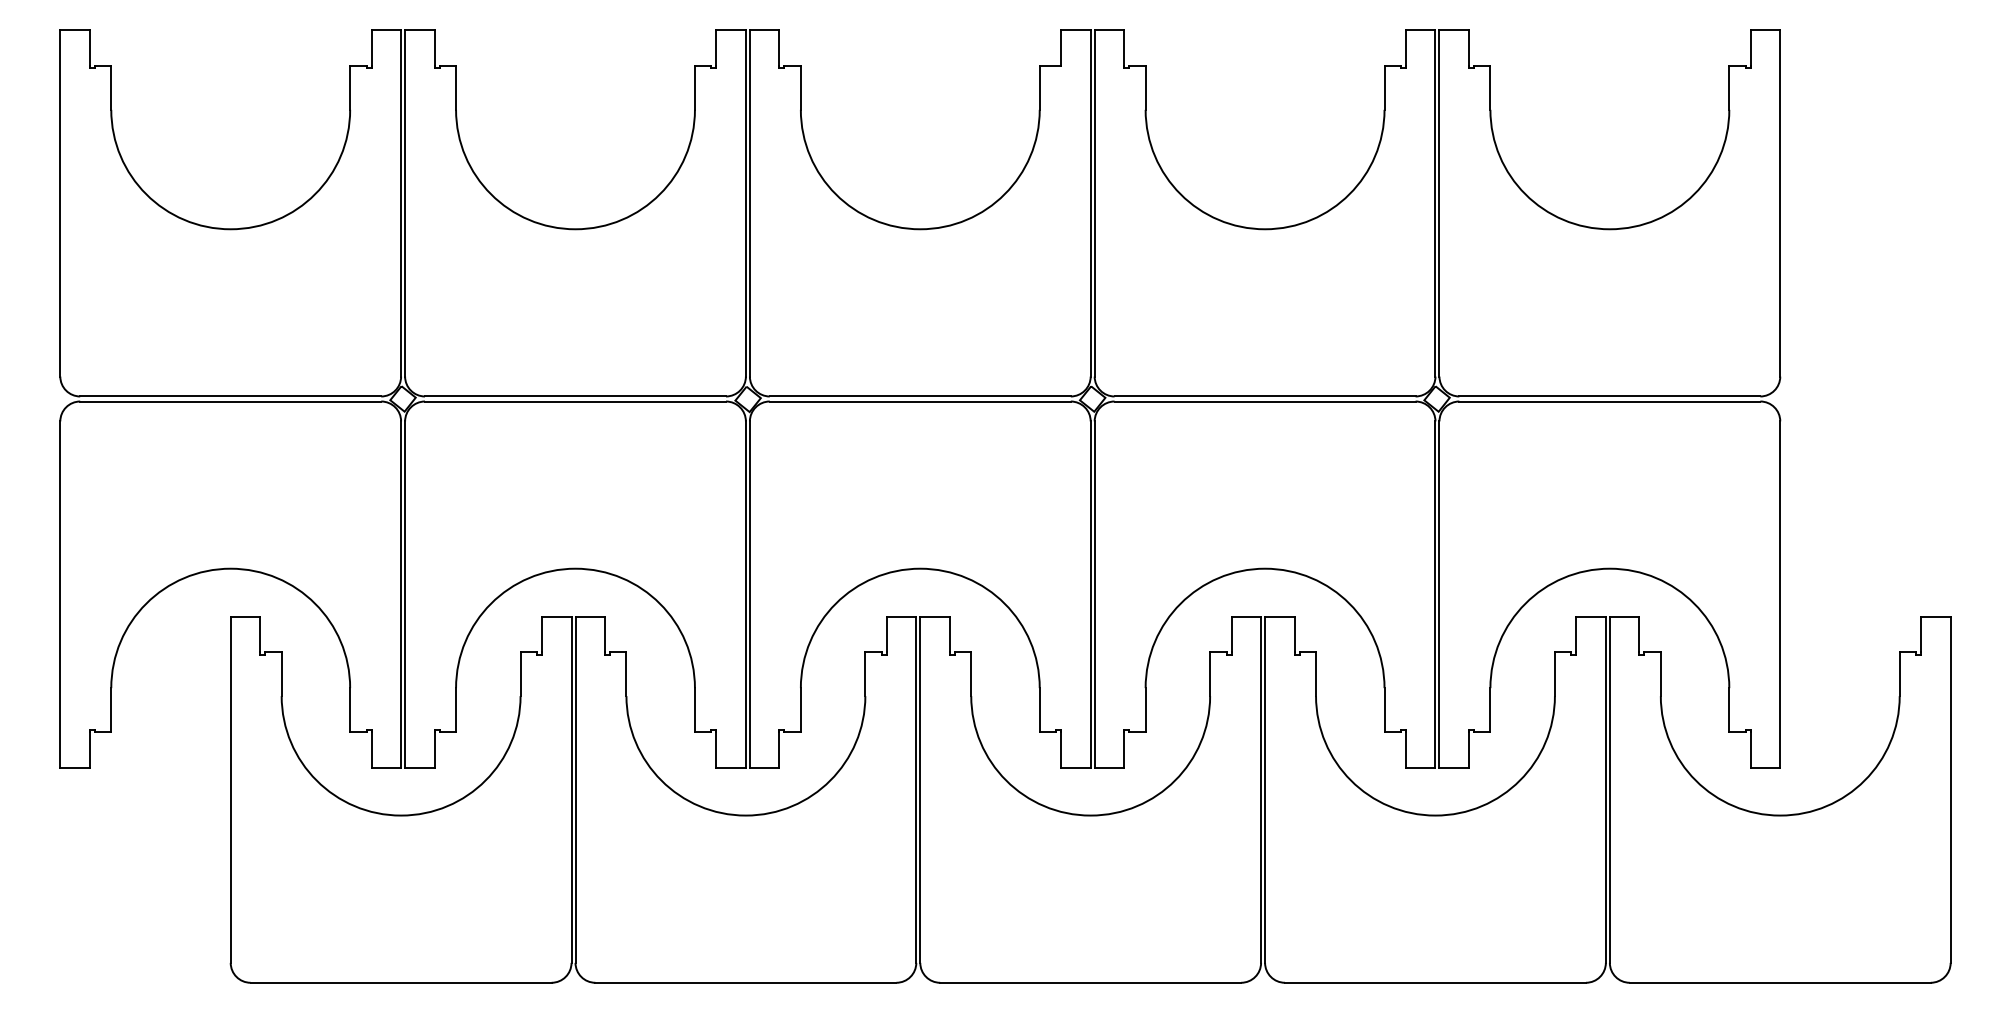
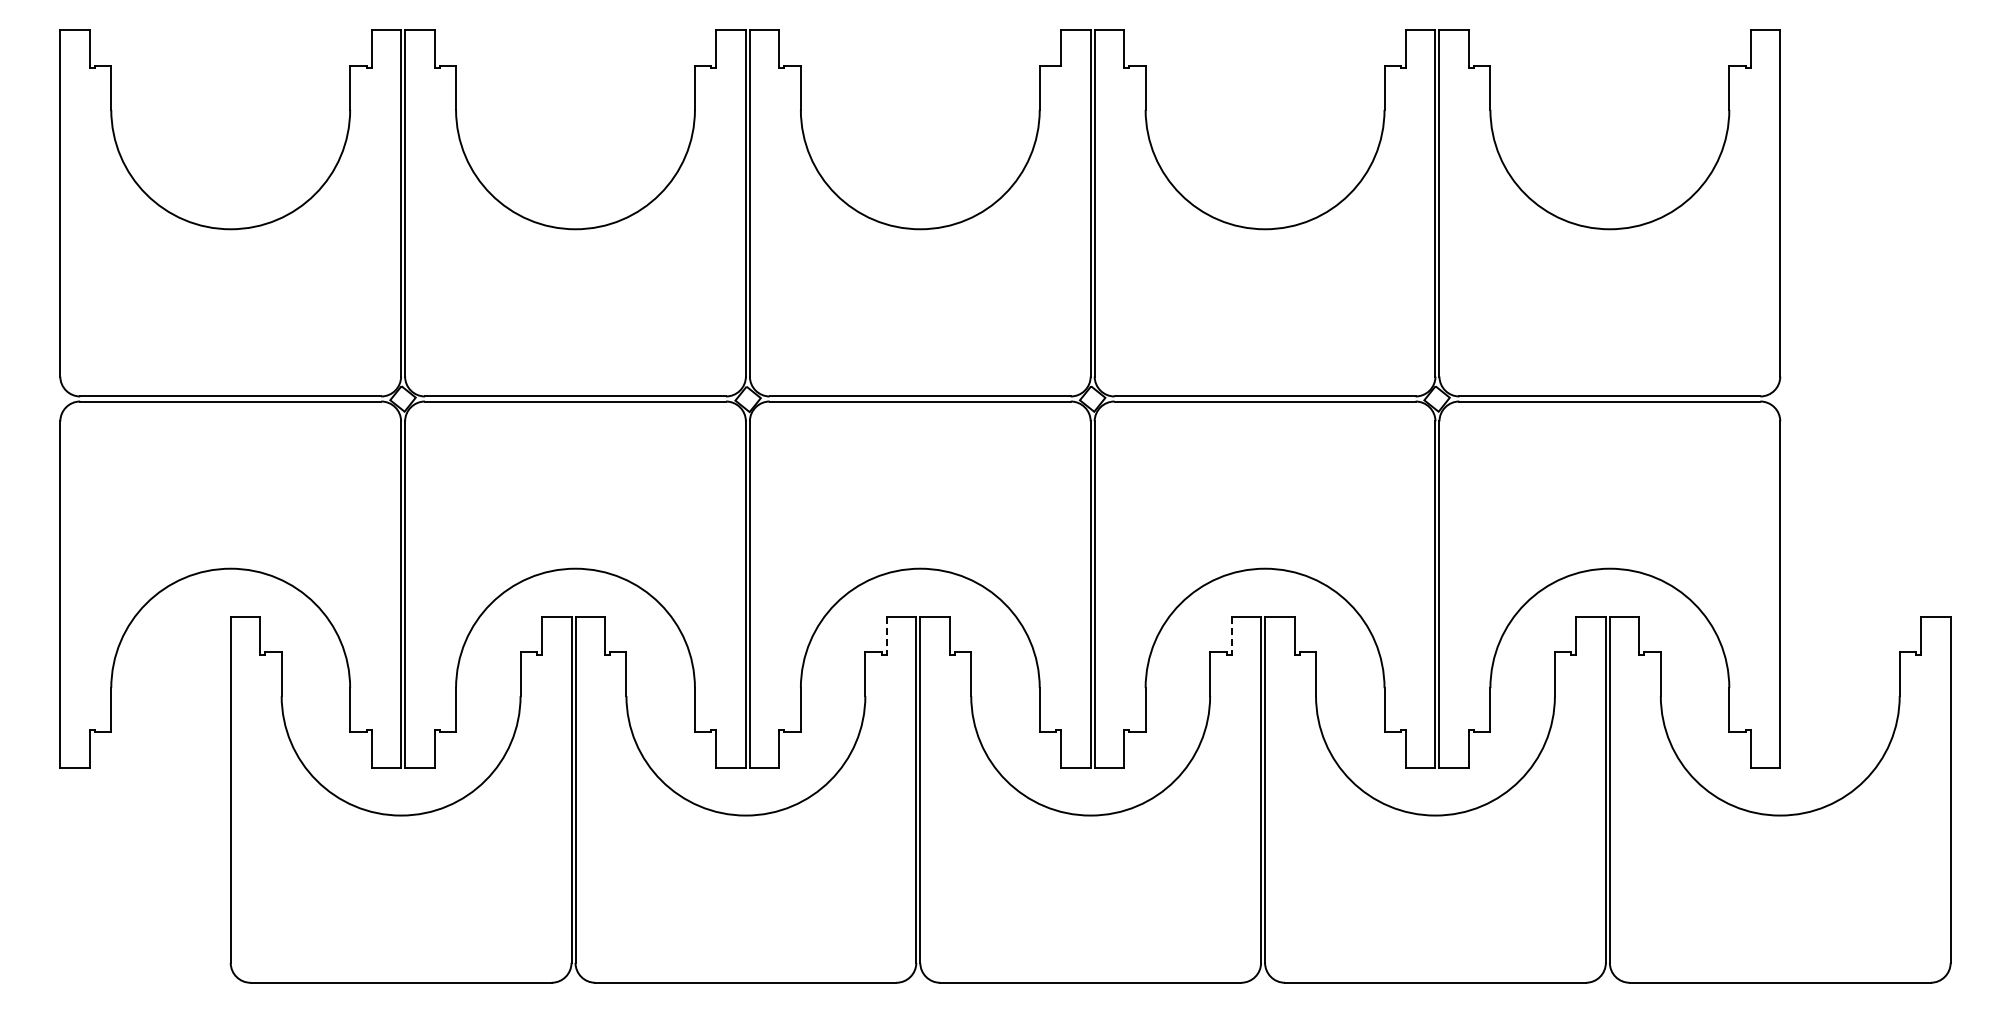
line at (886, 634): solid -> dashed
line at (1231, 634): solid -> dashed
